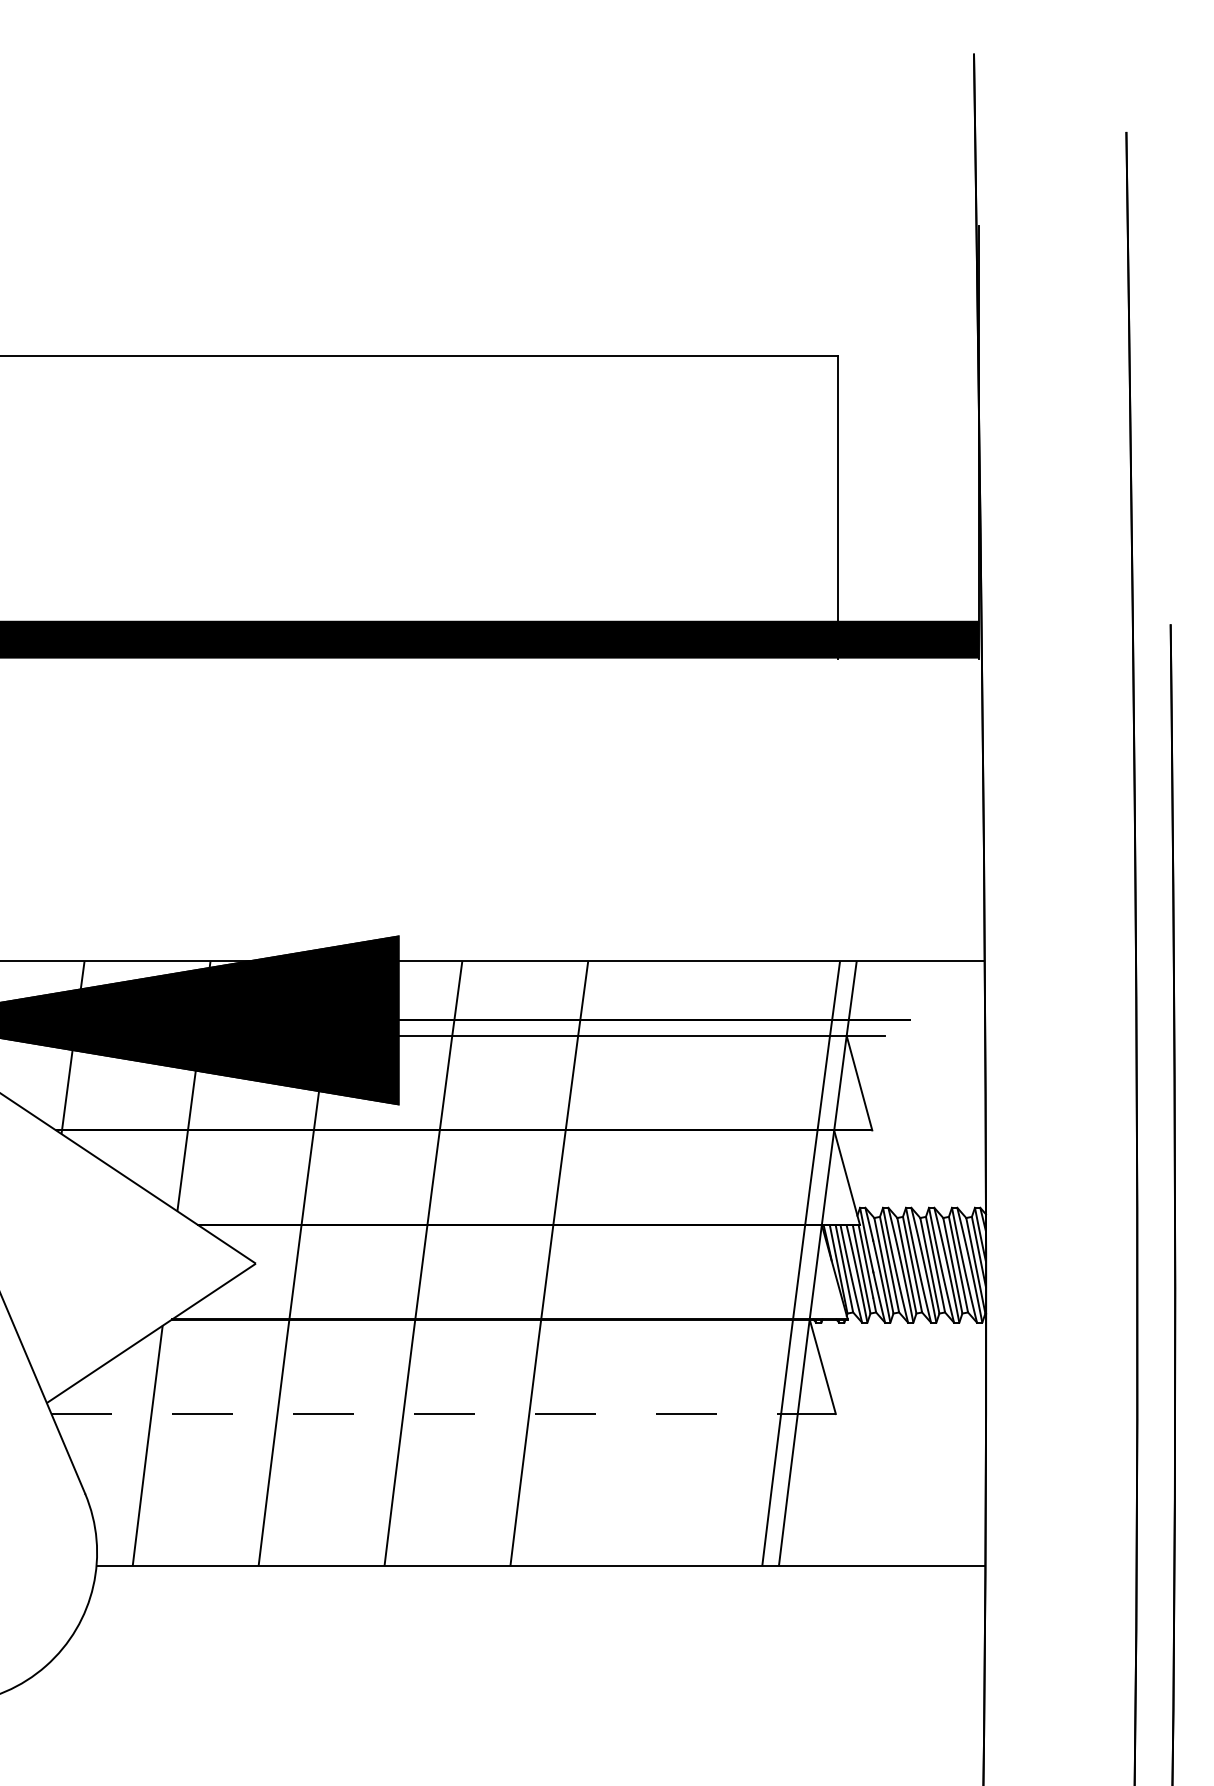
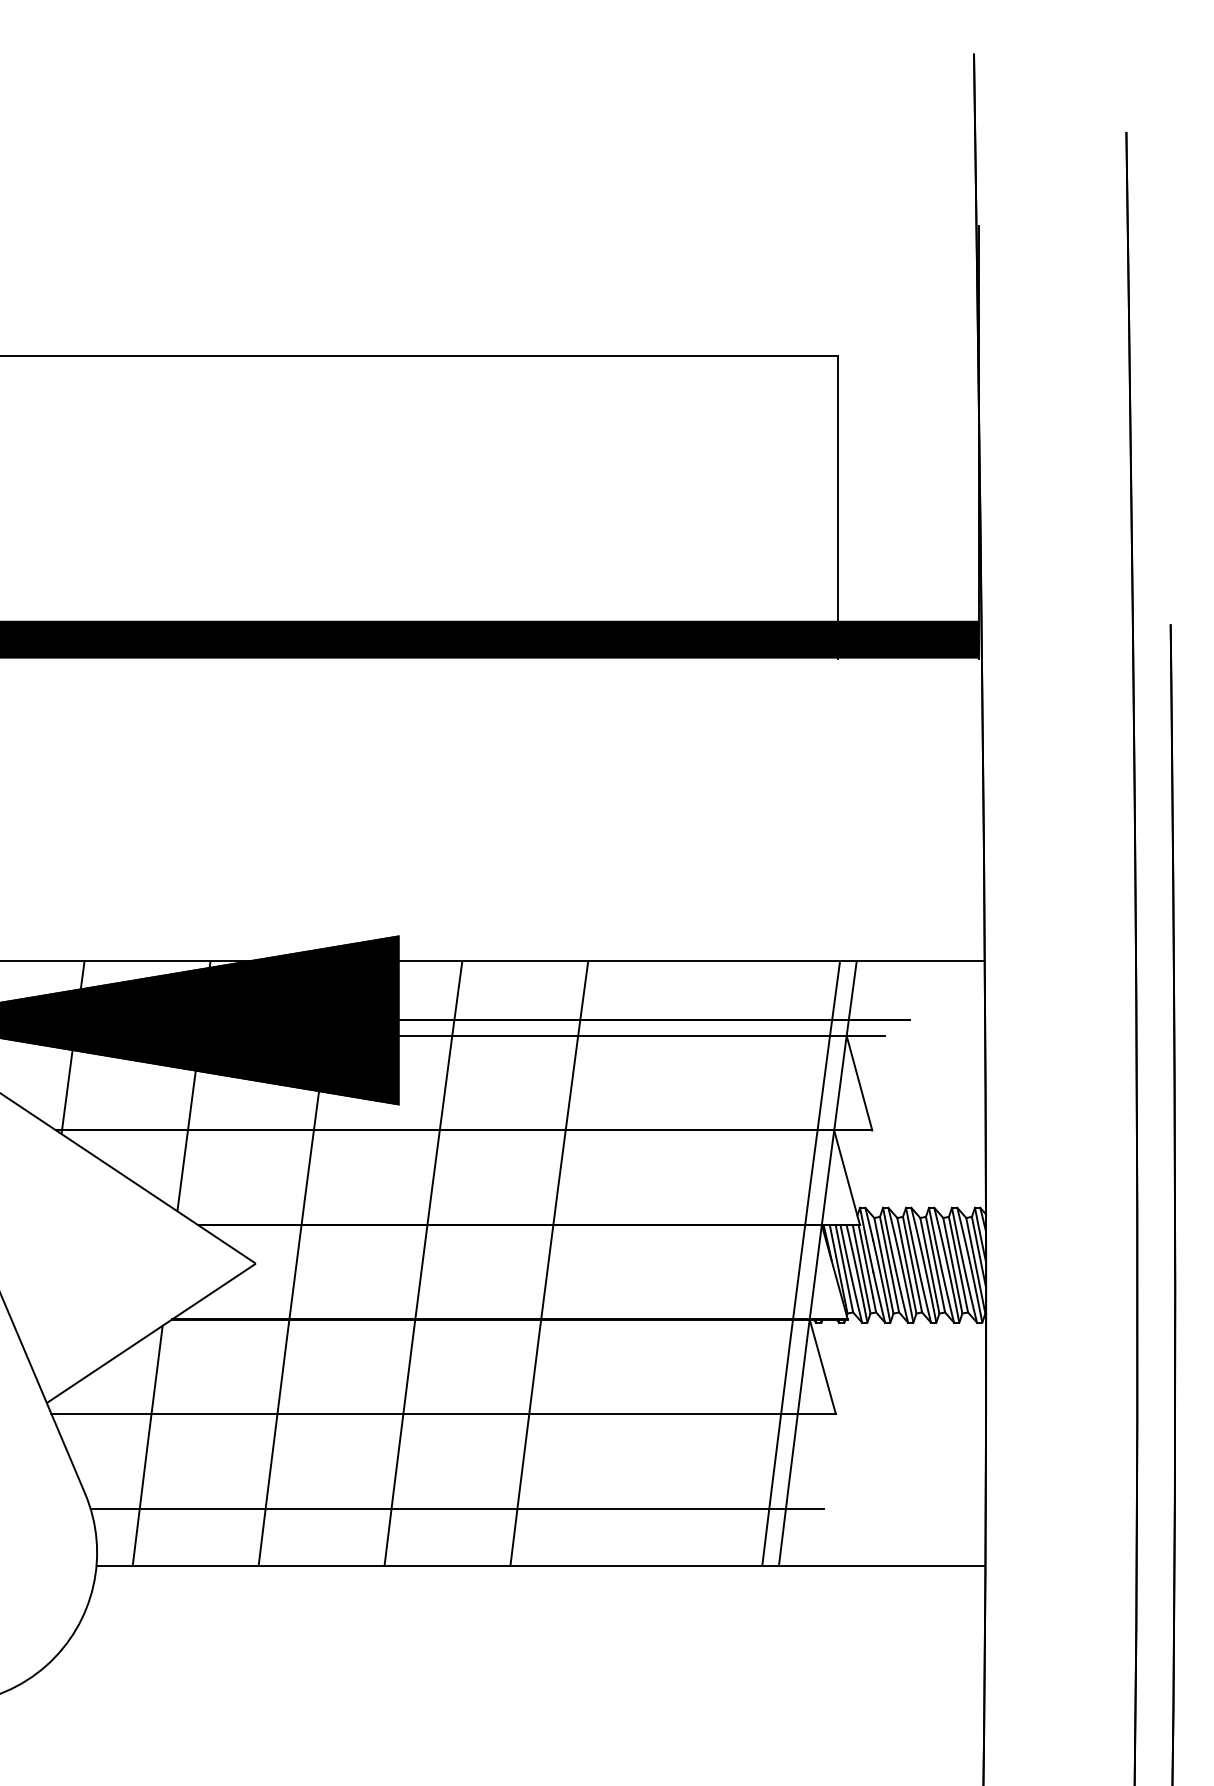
line at (444, 1414): dashed -> solid
line at (457, 1508): none -> present
